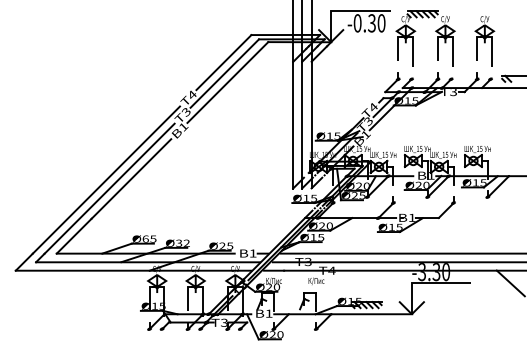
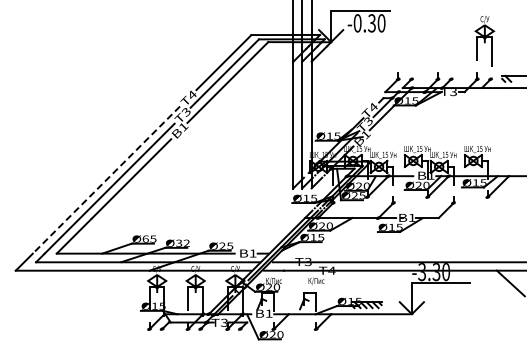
part at (416, 31): present -> none
line at (106, 180): solid -> dashed
line at (401, 253): present -> none
